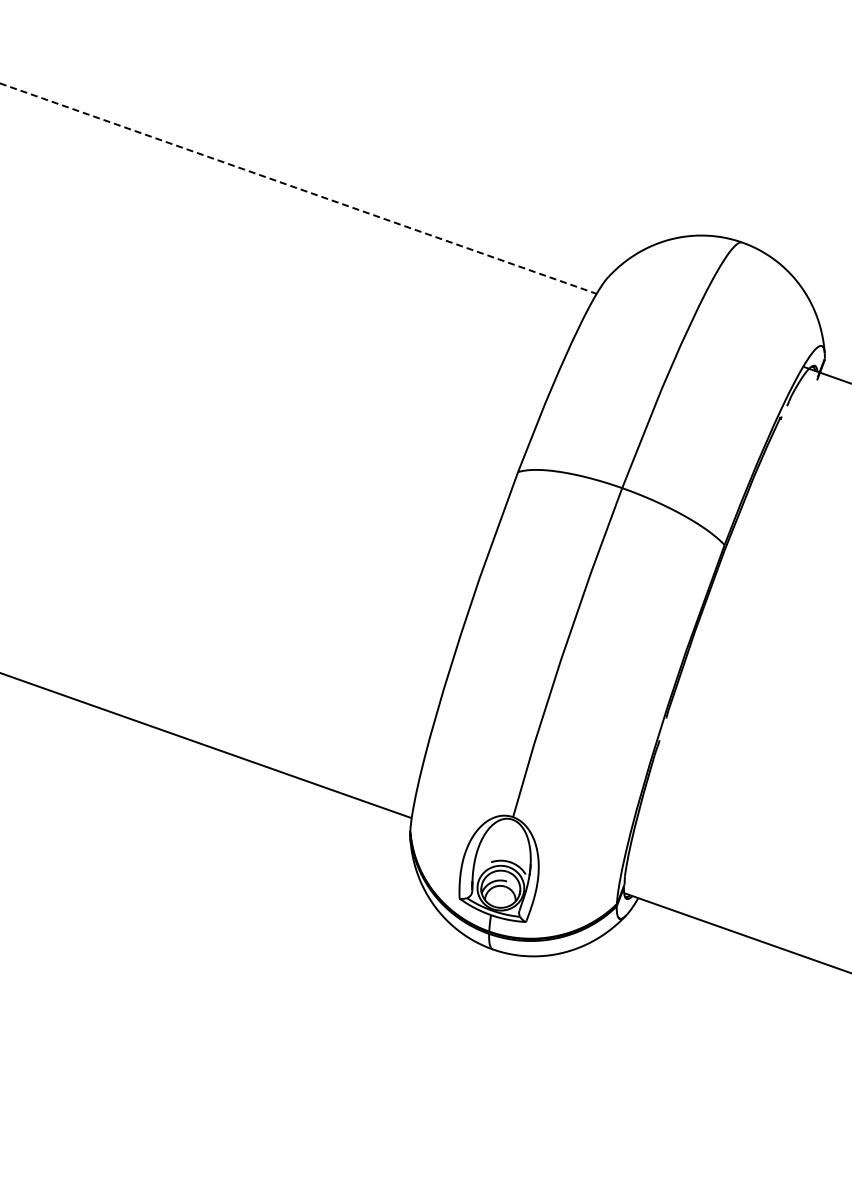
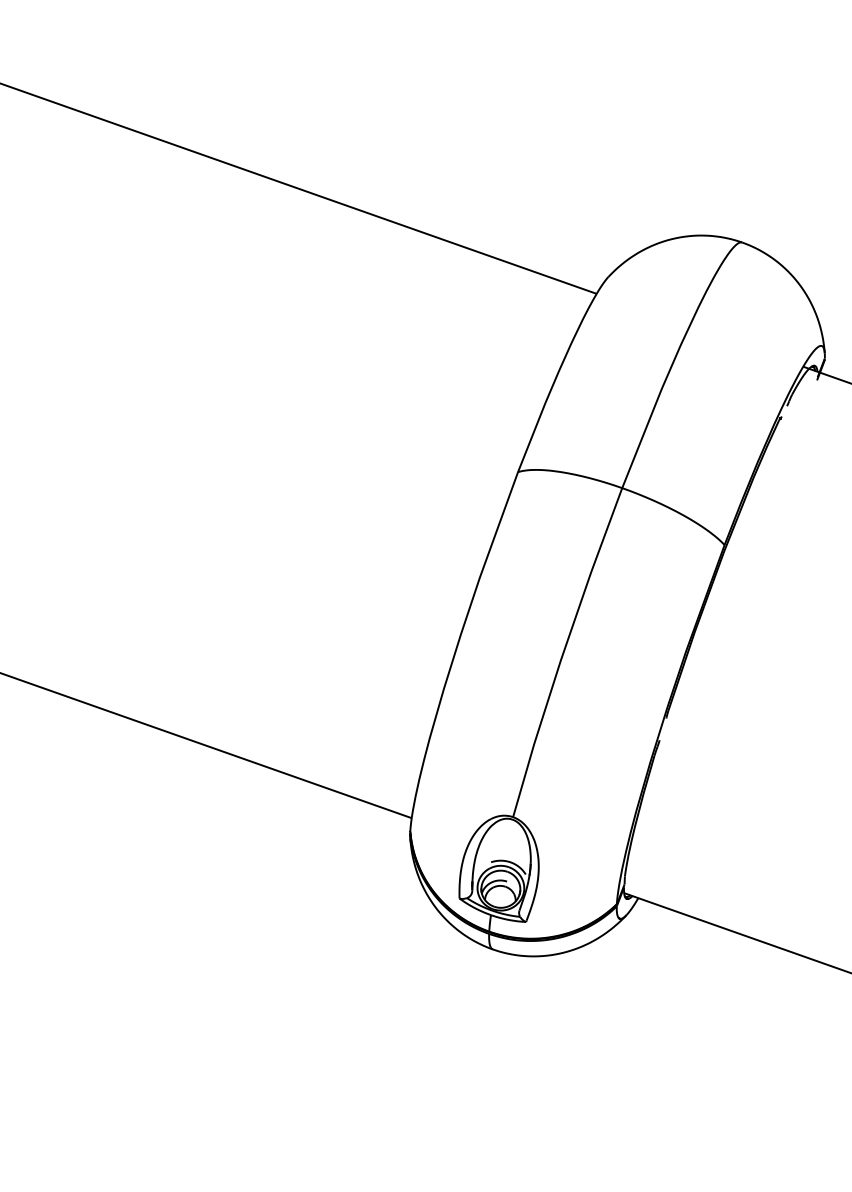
line at (298, 188): dashed -> solid
